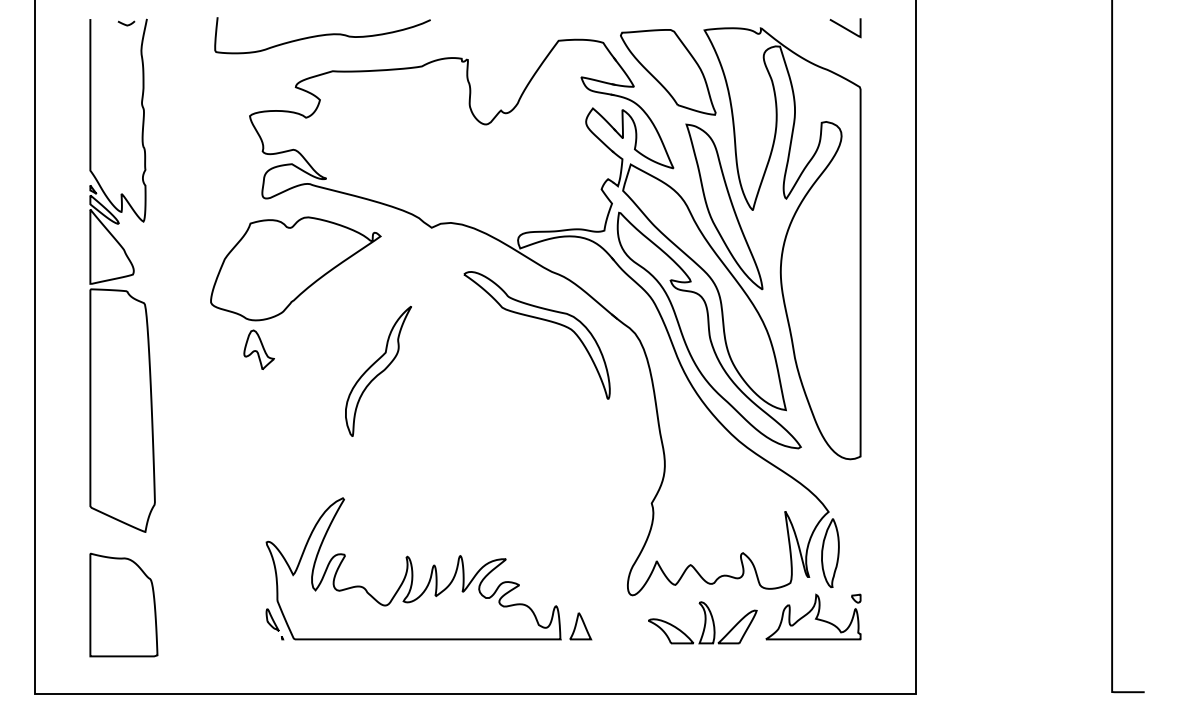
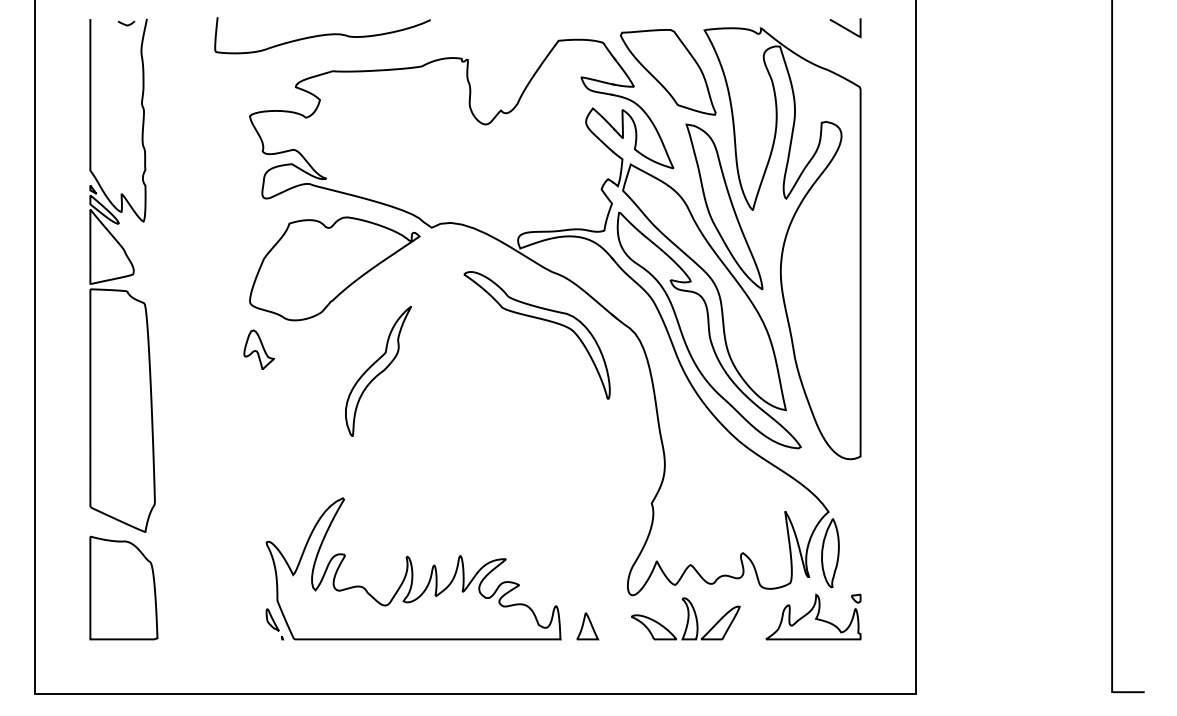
part at (295, 268) position: (295, 268) -> (334, 268)
part at (123, 604) position: (123, 604) -> (123, 587)
part at (702, 622) position: (702, 622) -> (685, 618)
part at (580, 626) position: (580, 626) -> (587, 626)
